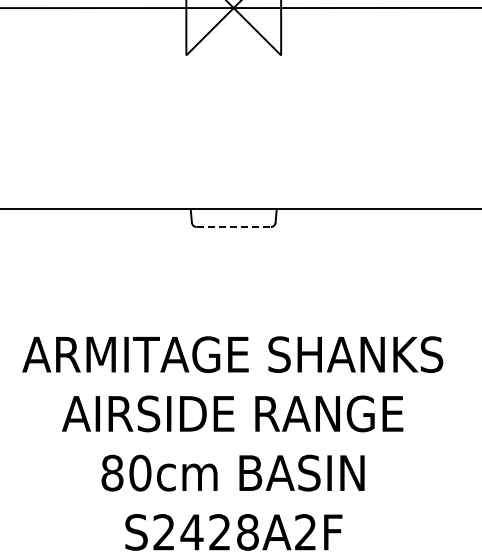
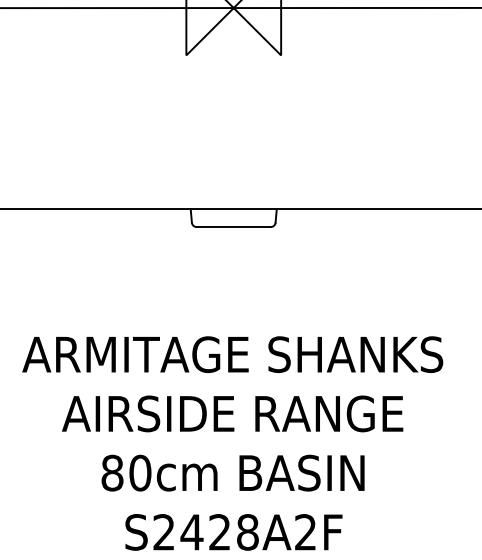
line at (234, 227): dashed -> solid
